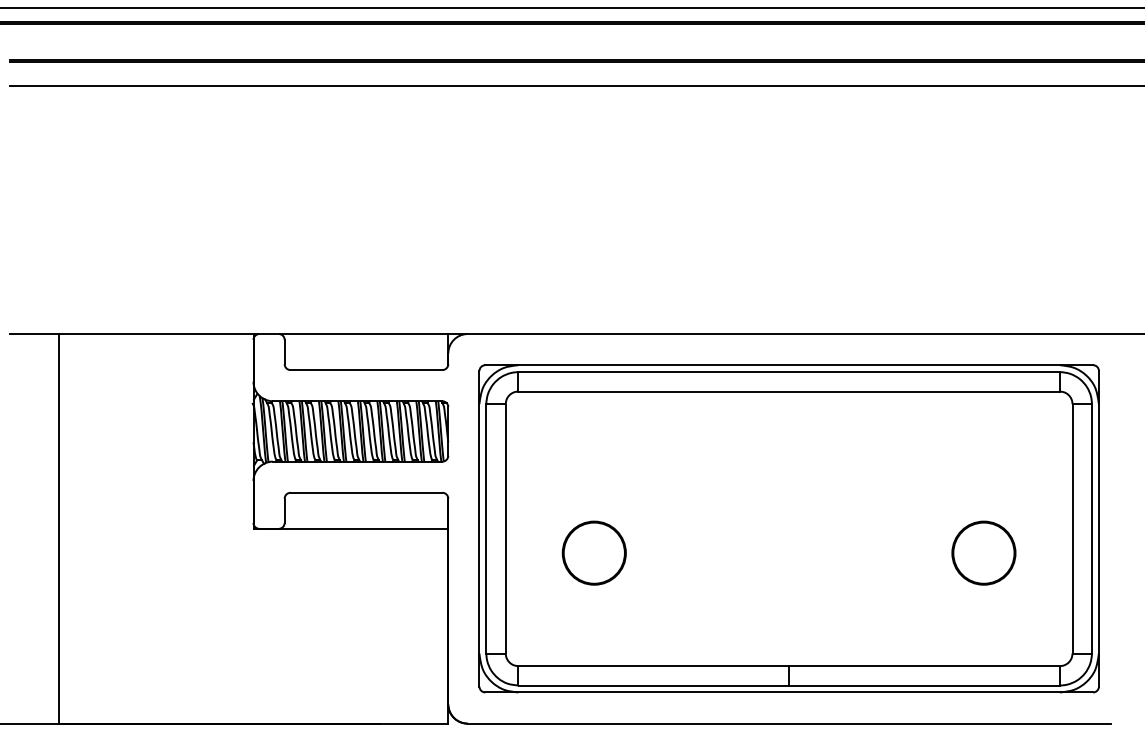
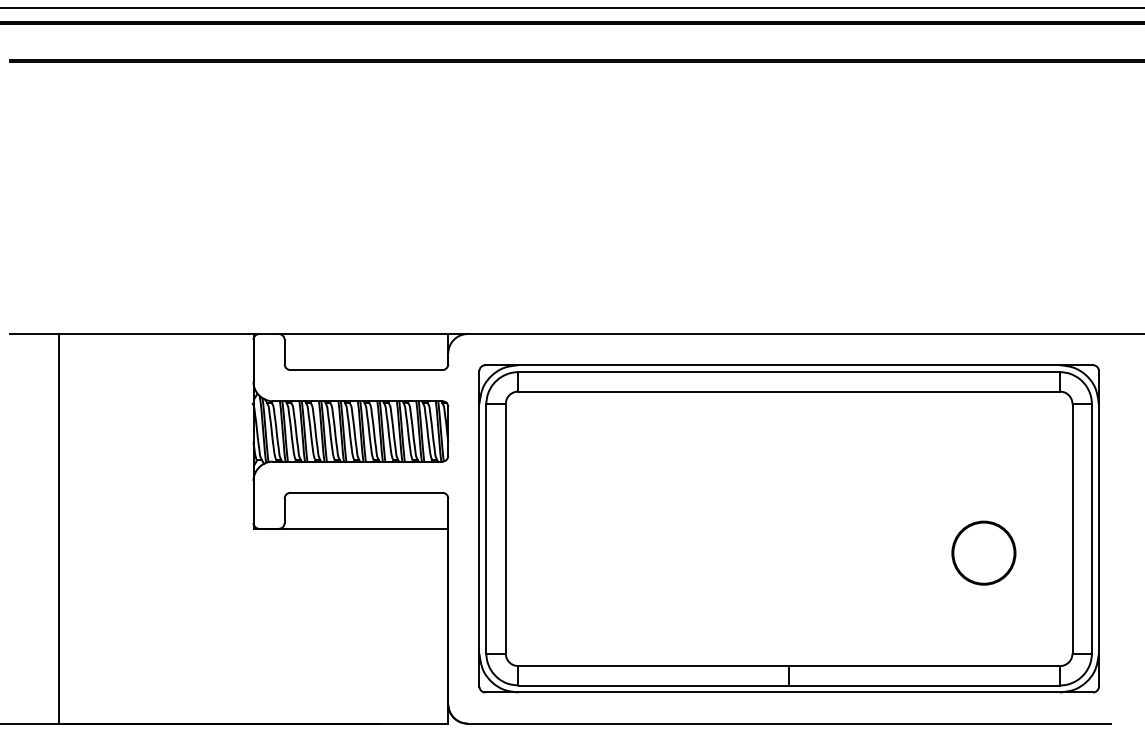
line at (575, 86): present -> none
circle at (593, 552): present -> none
